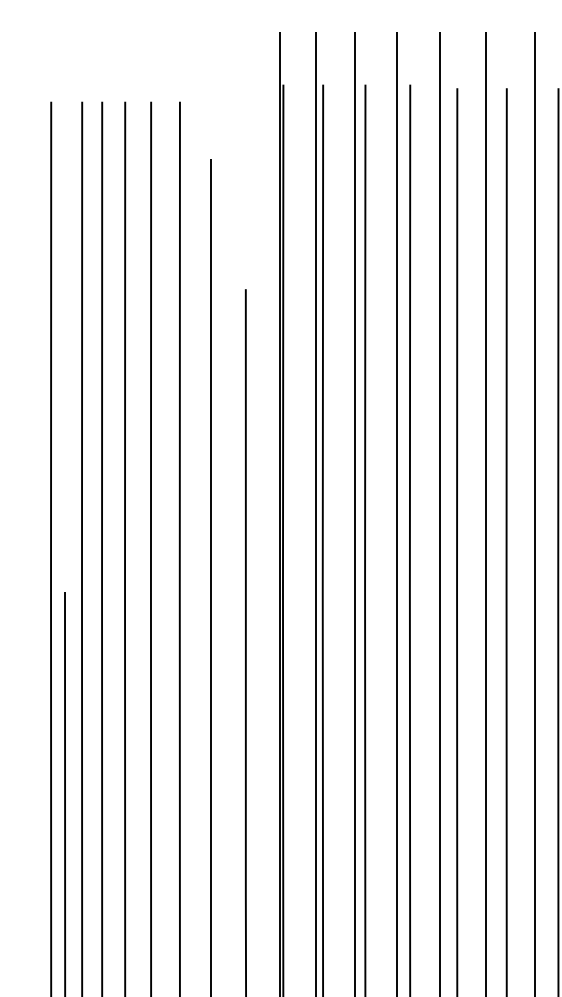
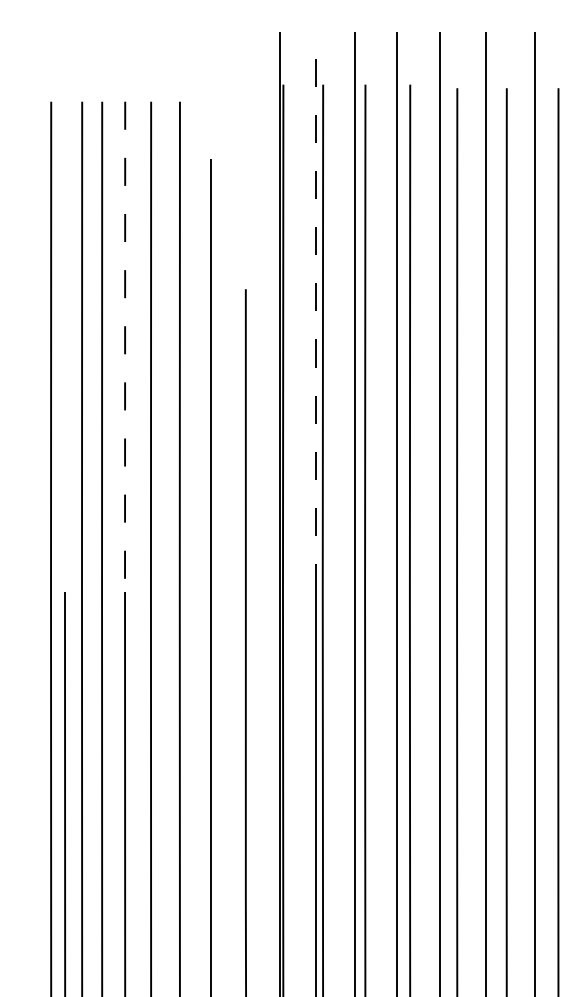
line at (316, 312): solid -> dashed
line at (125, 347): solid -> dashed
